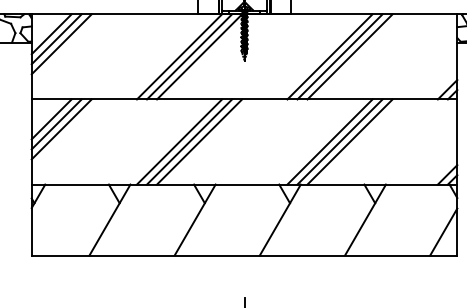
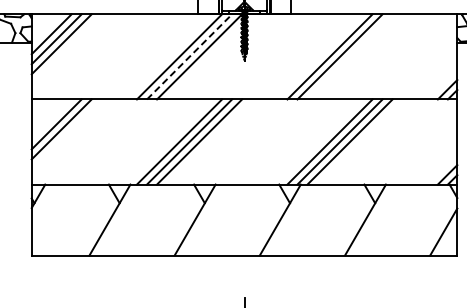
line at (189, 56): solid -> dashed
line at (349, 56): present -> none
line at (51, 119): present -> none
